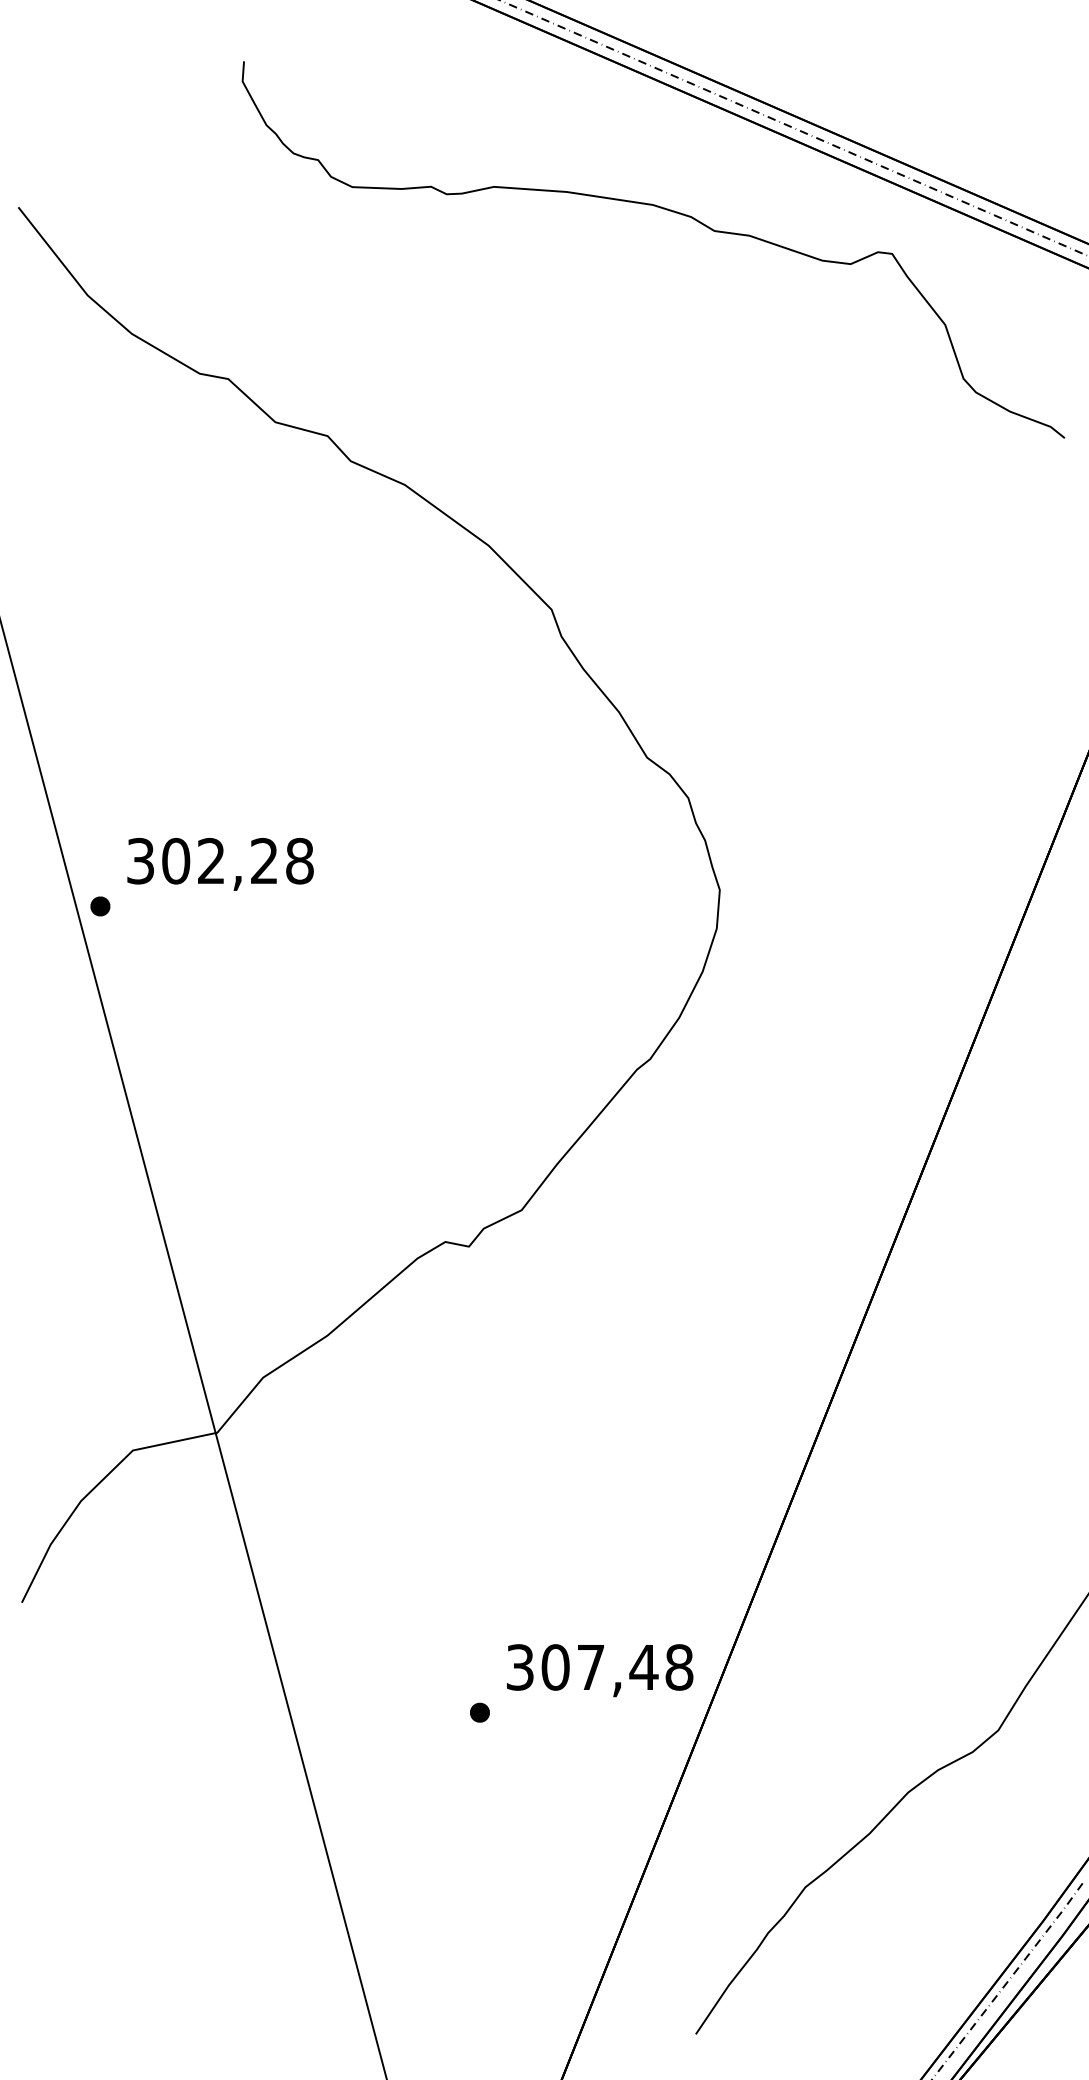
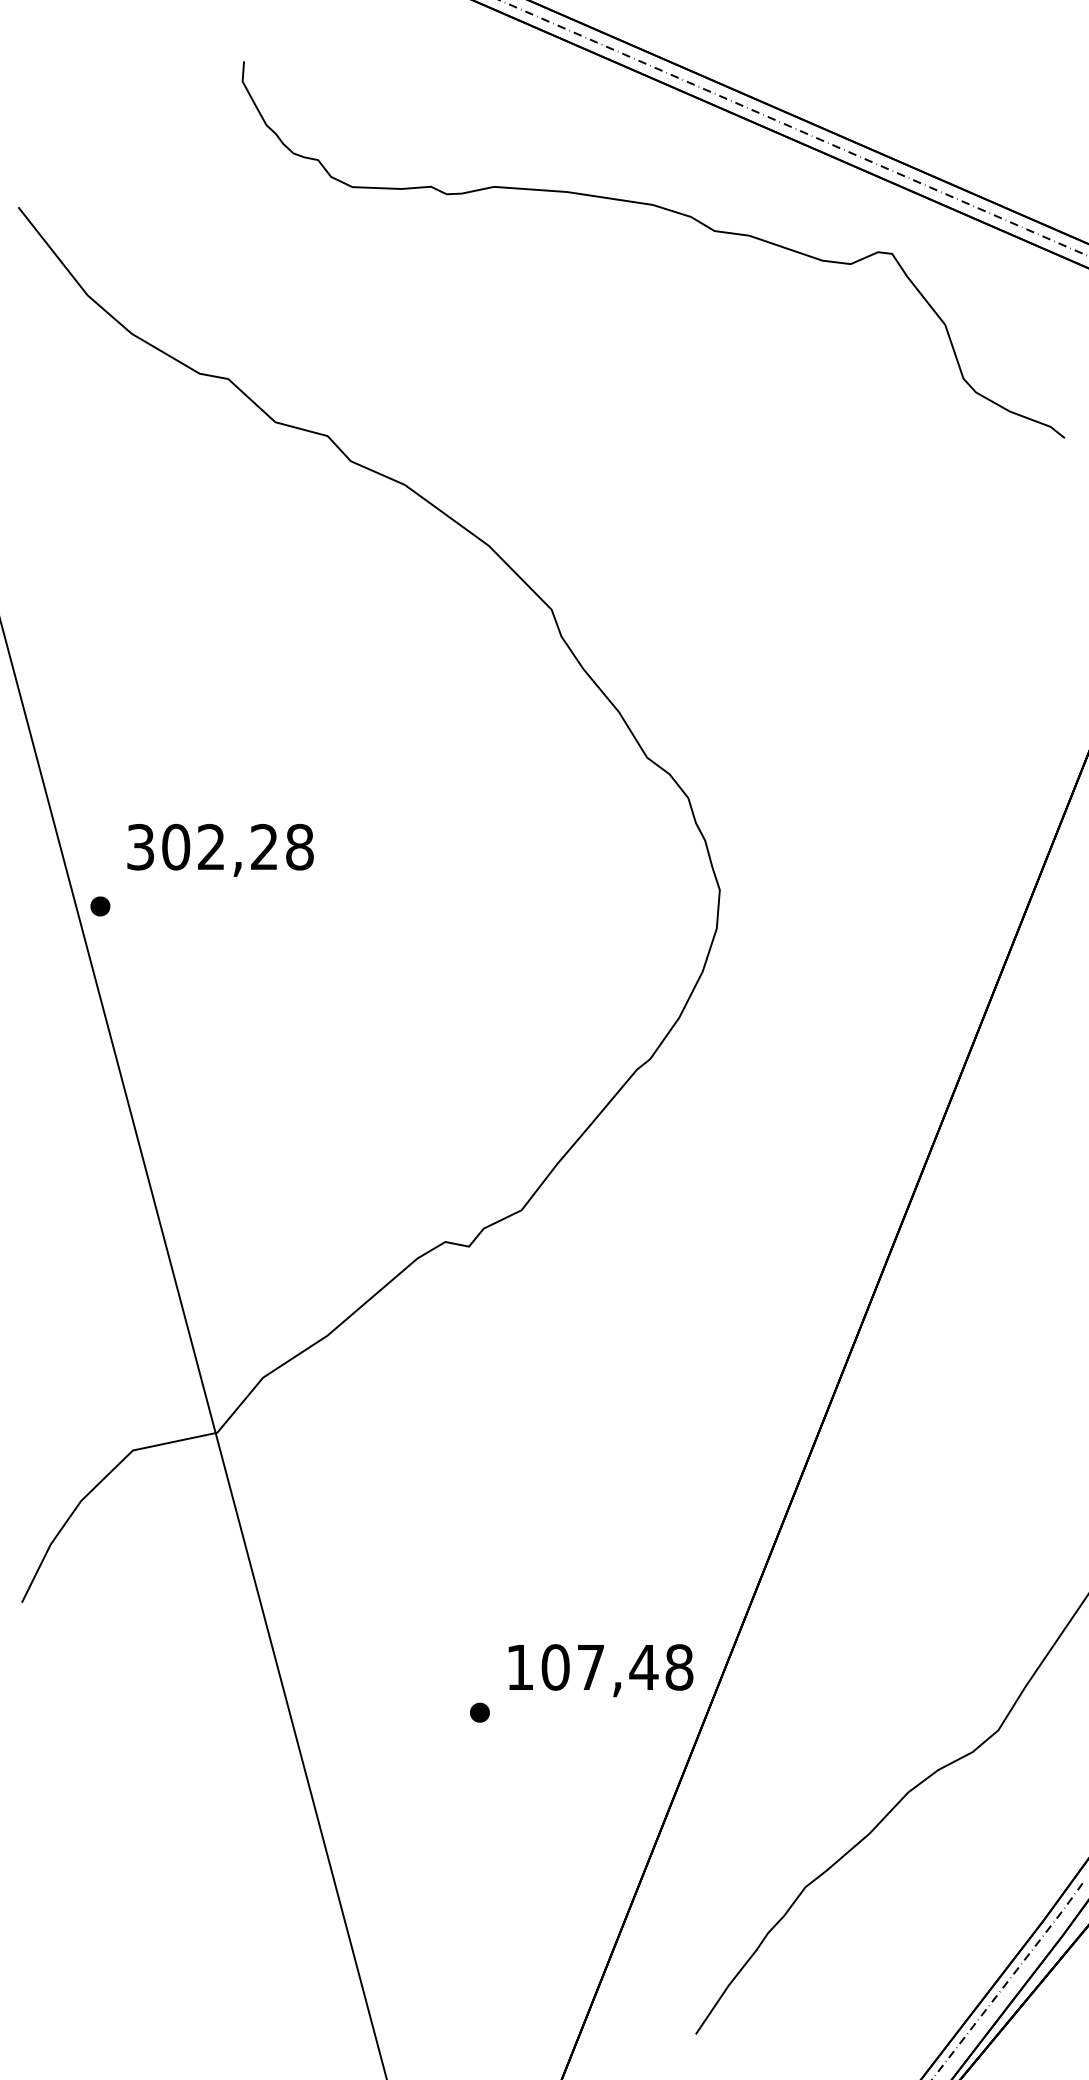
text at (220, 864) position: (220, 864) -> (220, 850)
text at (520, 1667): 307,48 -> 107,48
